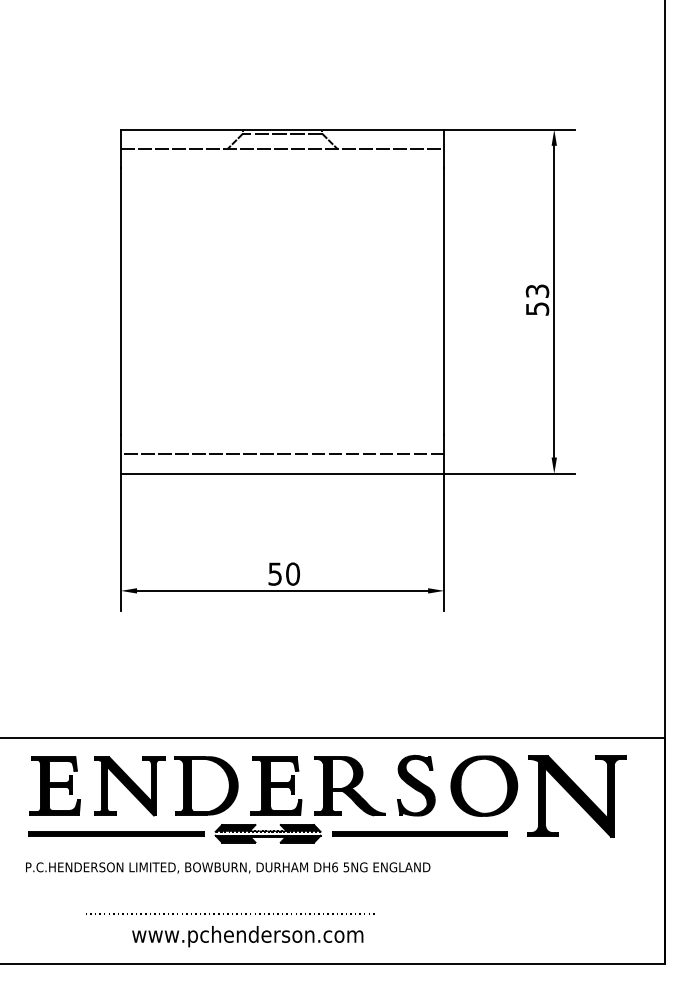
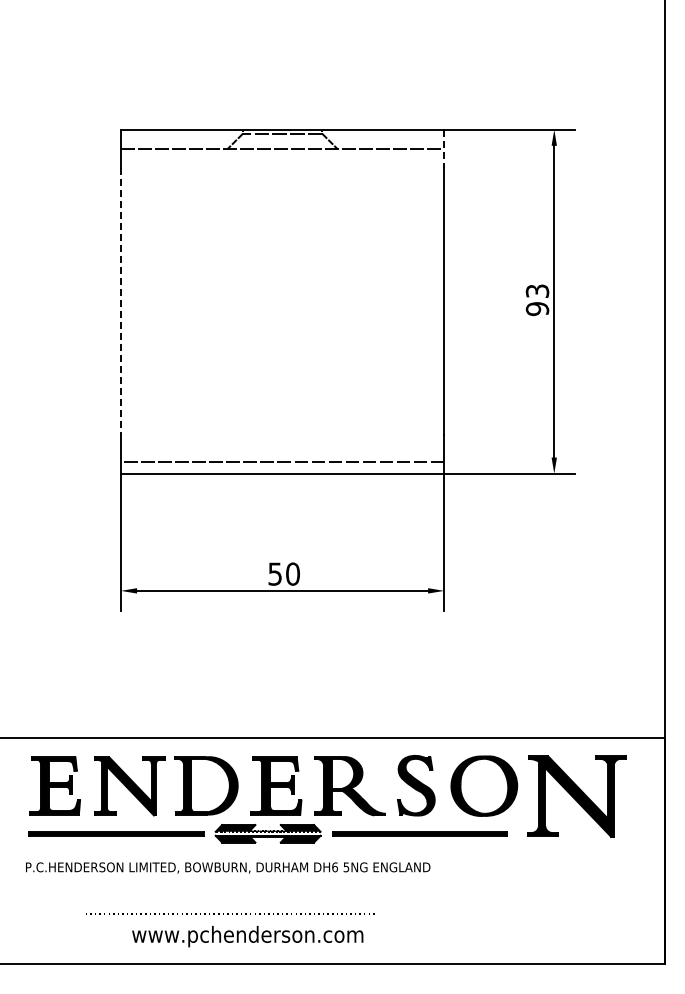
line at (444, 149): solid -> dashed
line at (120, 302): solid -> dashed
text at (536, 309): 53 -> 93
line at (282, 454) position: (282, 454) -> (282, 462)
